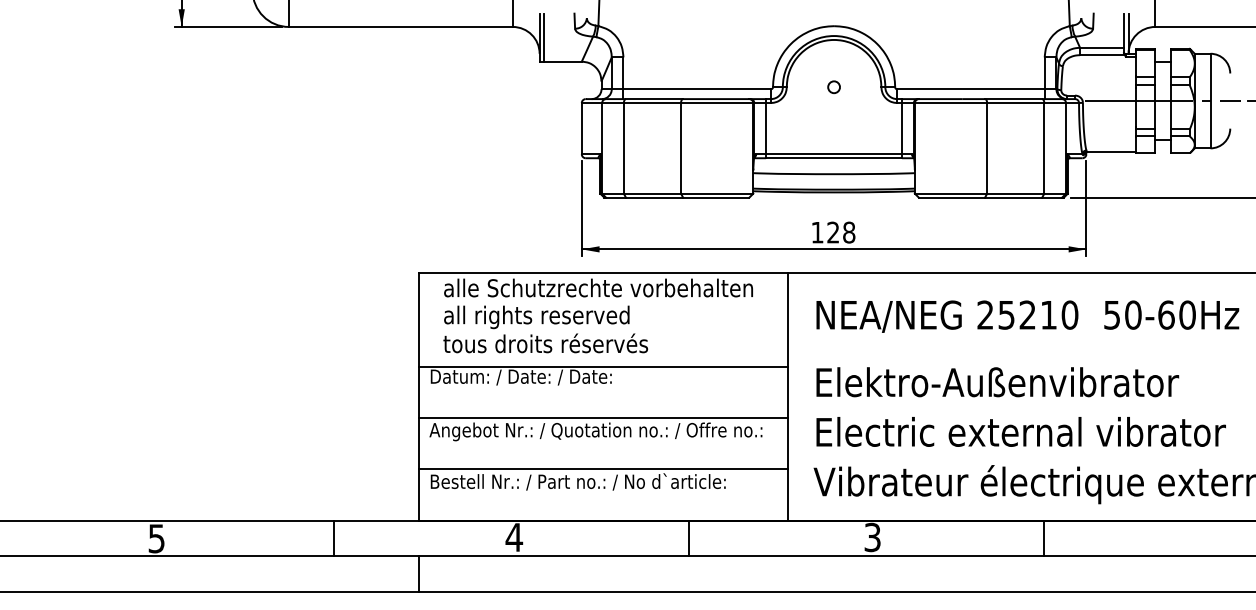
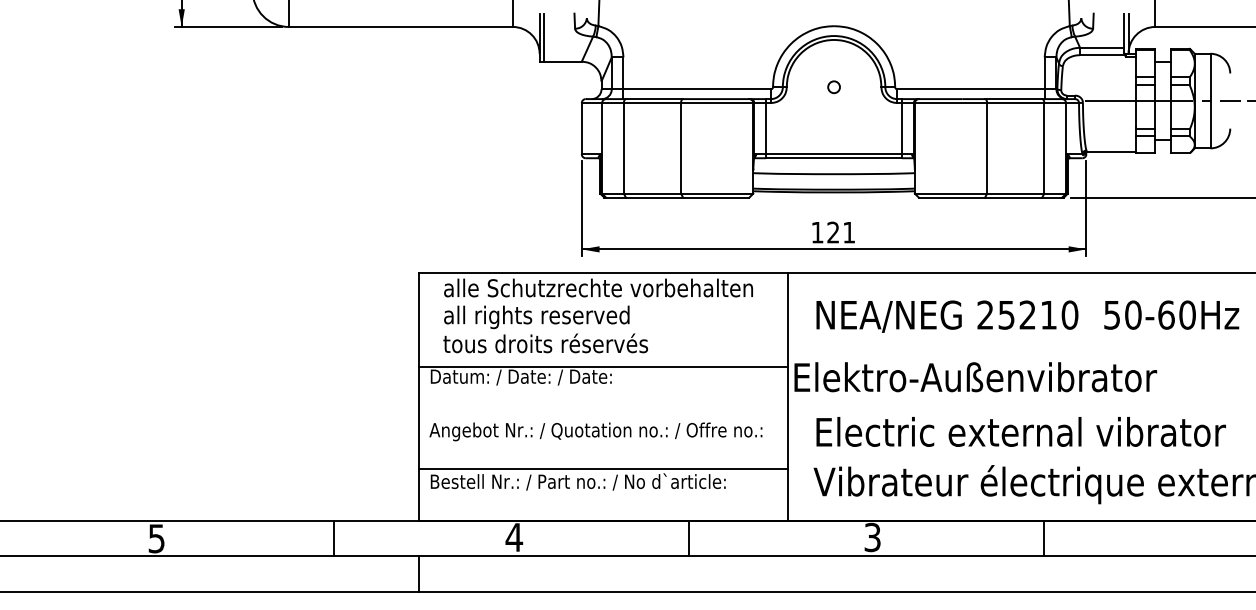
text at (849, 232): 128 -> 121
text at (997, 382) position: (997, 382) -> (975, 377)
line at (603, 418): present -> none
